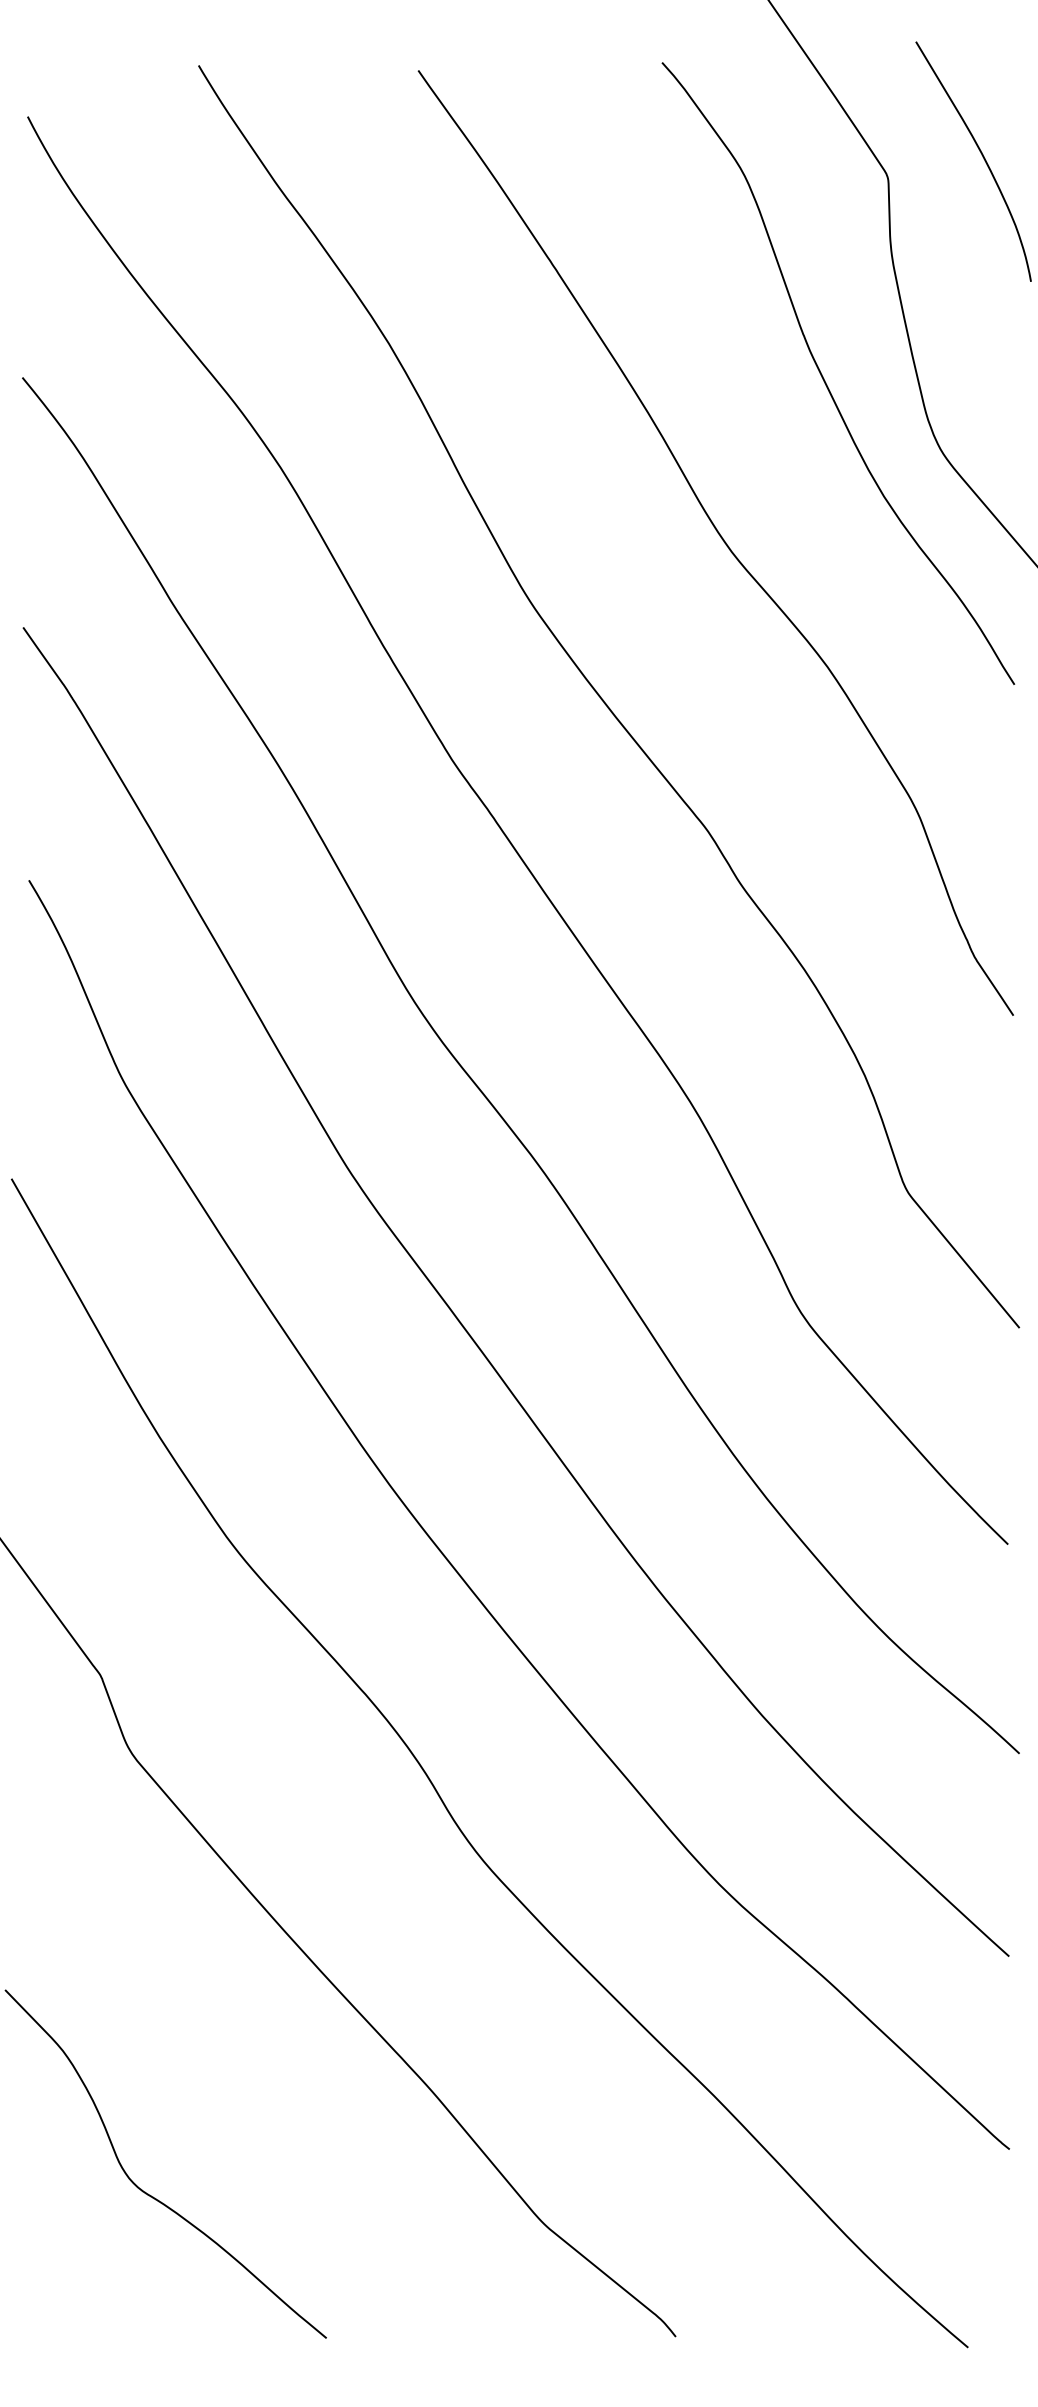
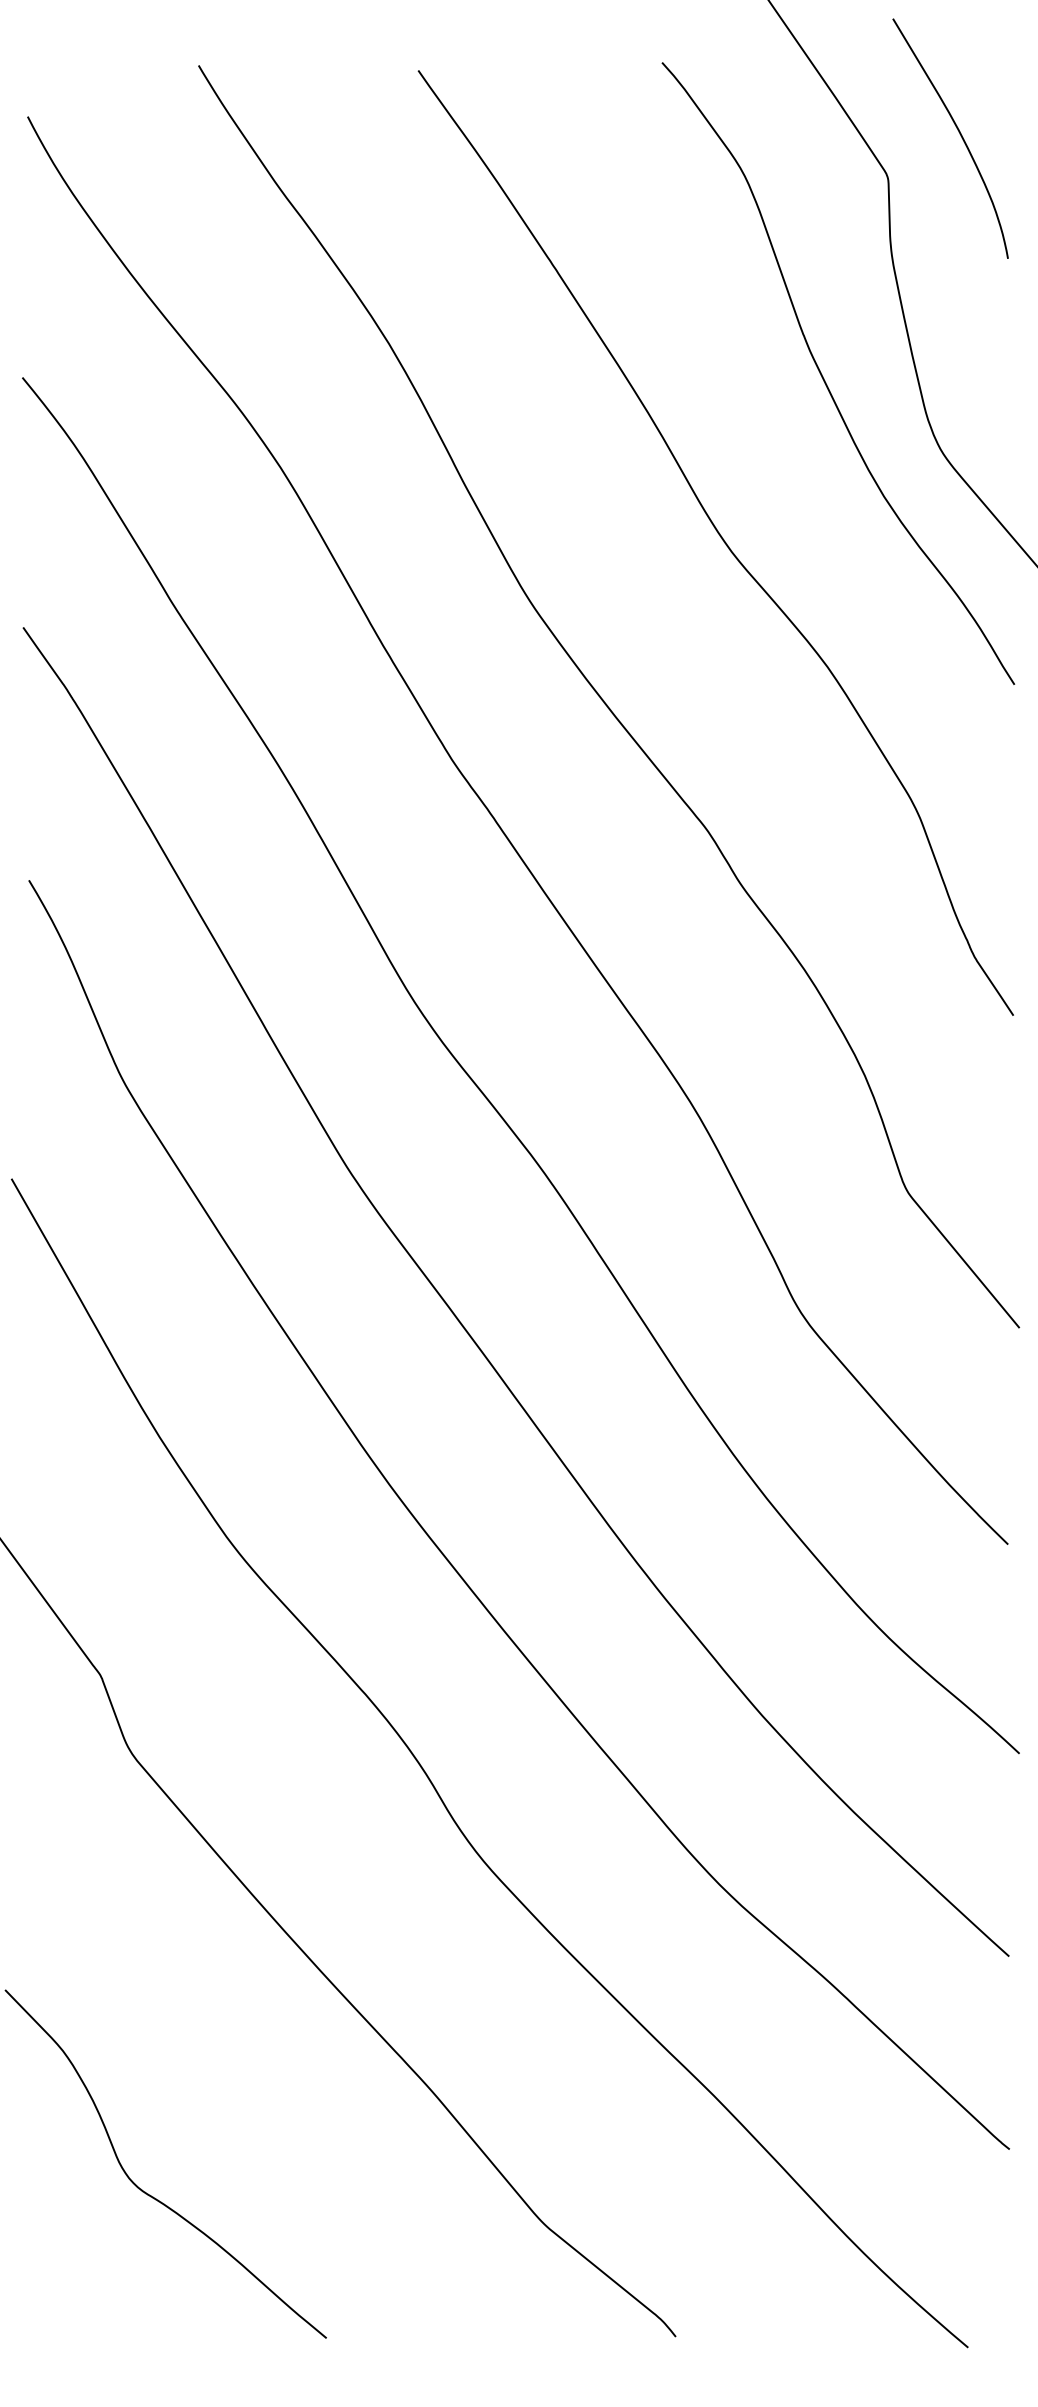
curve at (982, 157) position: (982, 157) -> (959, 134)
